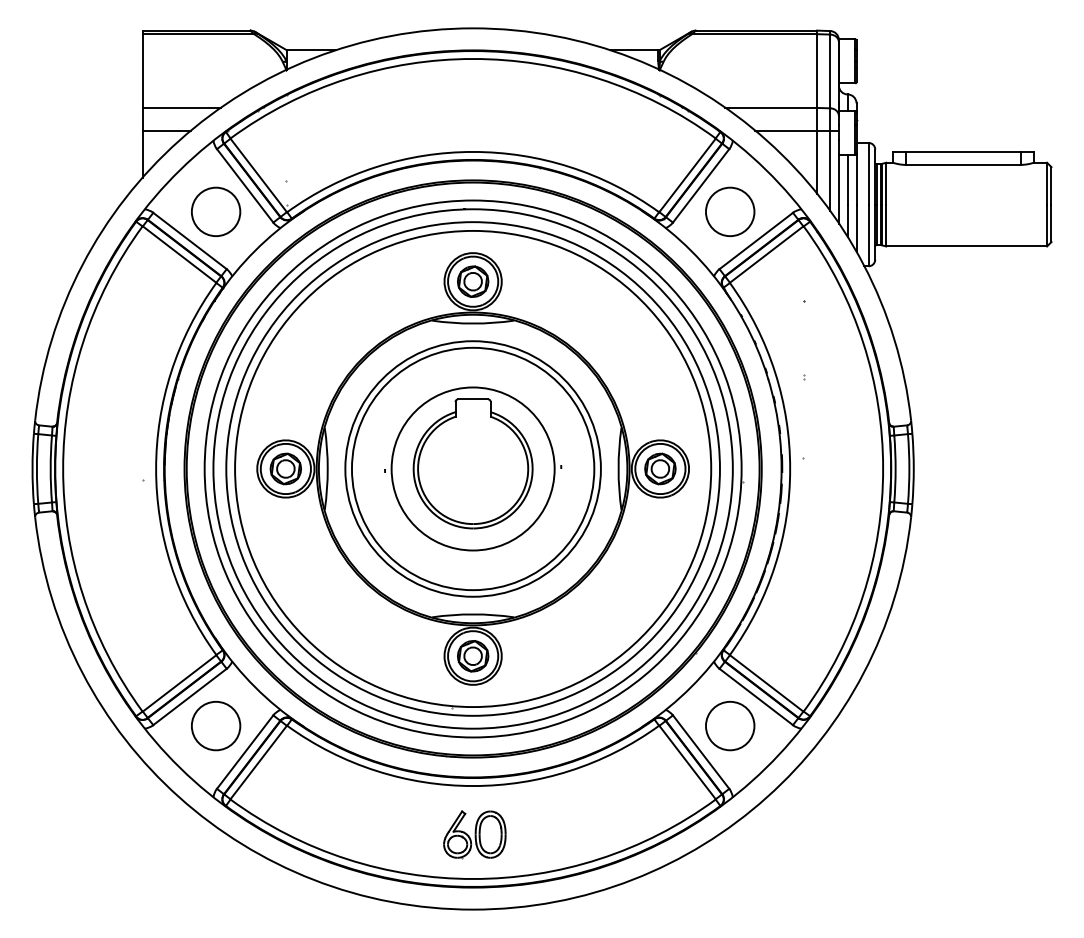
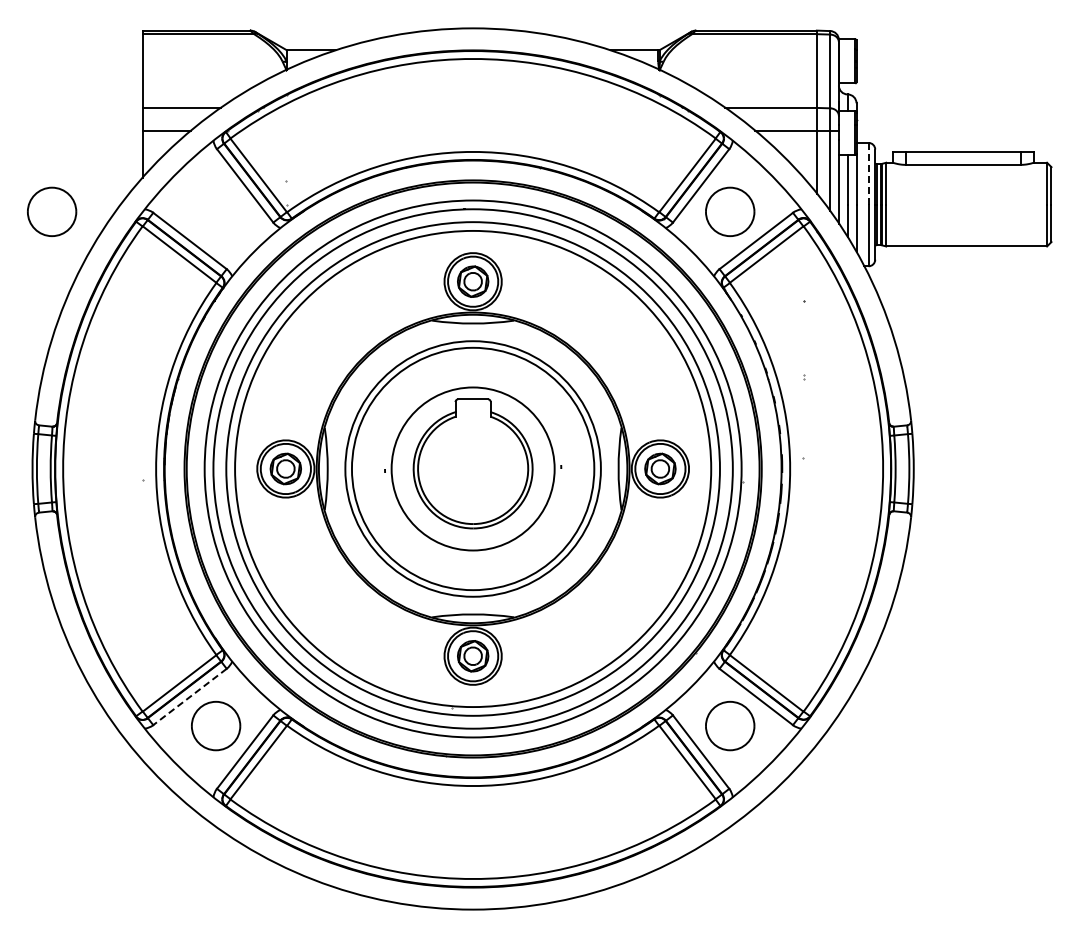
line at (868, 173): solid -> dashed
part at (216, 211) position: (216, 211) -> (52, 211)
line at (189, 697): solid -> dashed
part at (474, 834): present -> none
